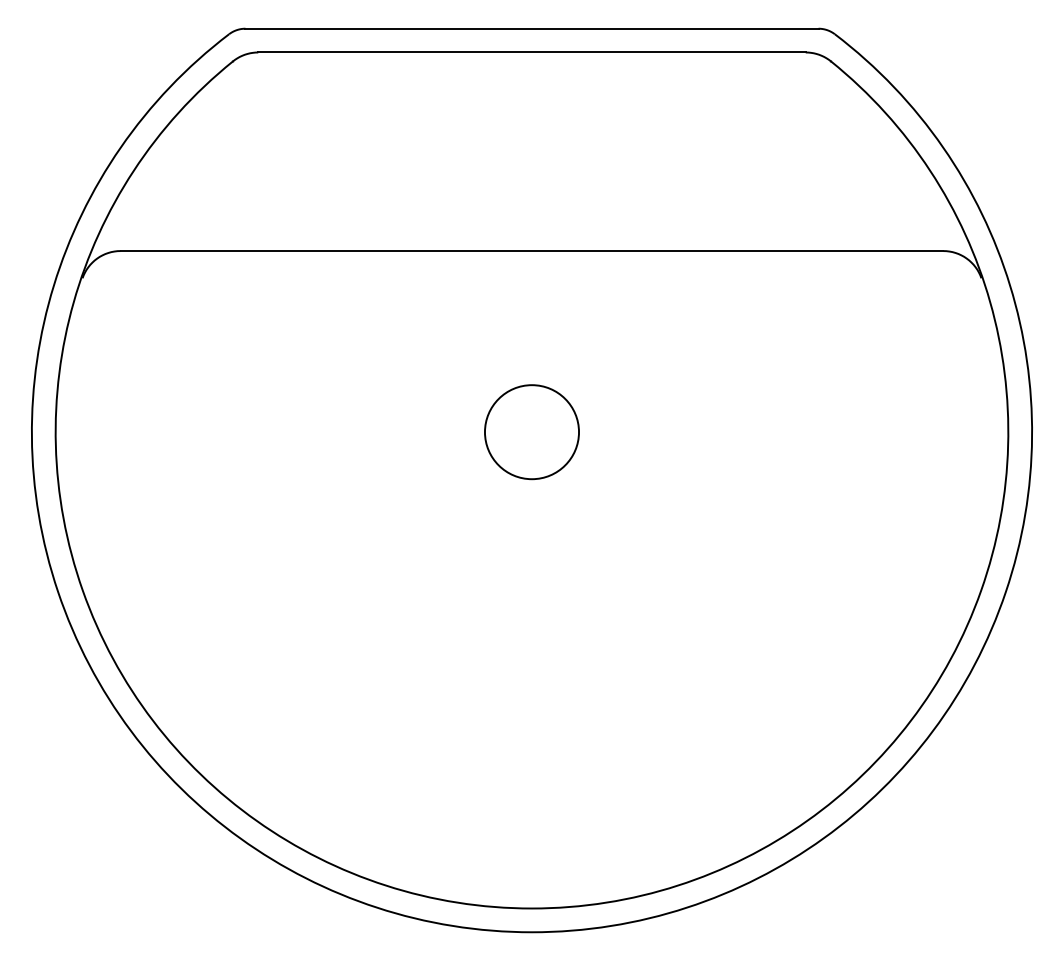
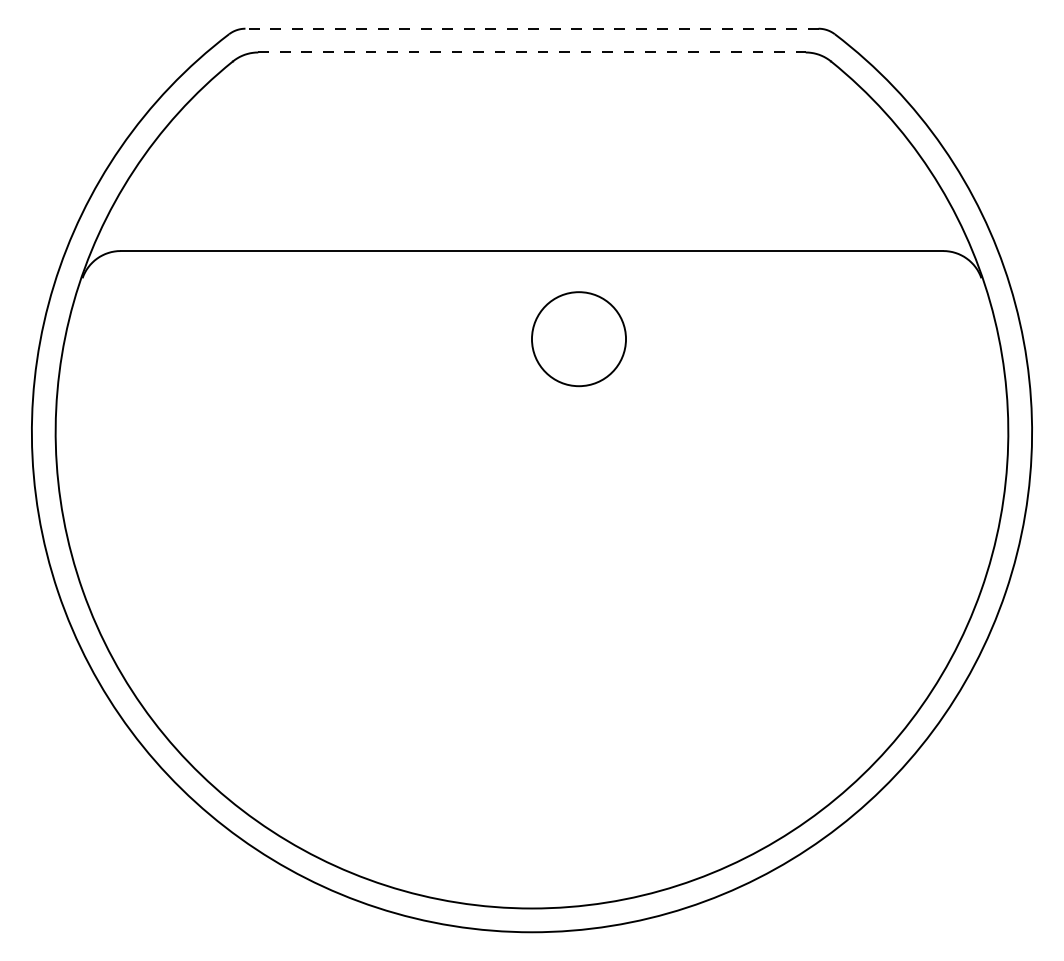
line at (532, 28): solid -> dashed
line at (532, 52): solid -> dashed
circle at (531, 432) position: (531, 432) -> (578, 339)
